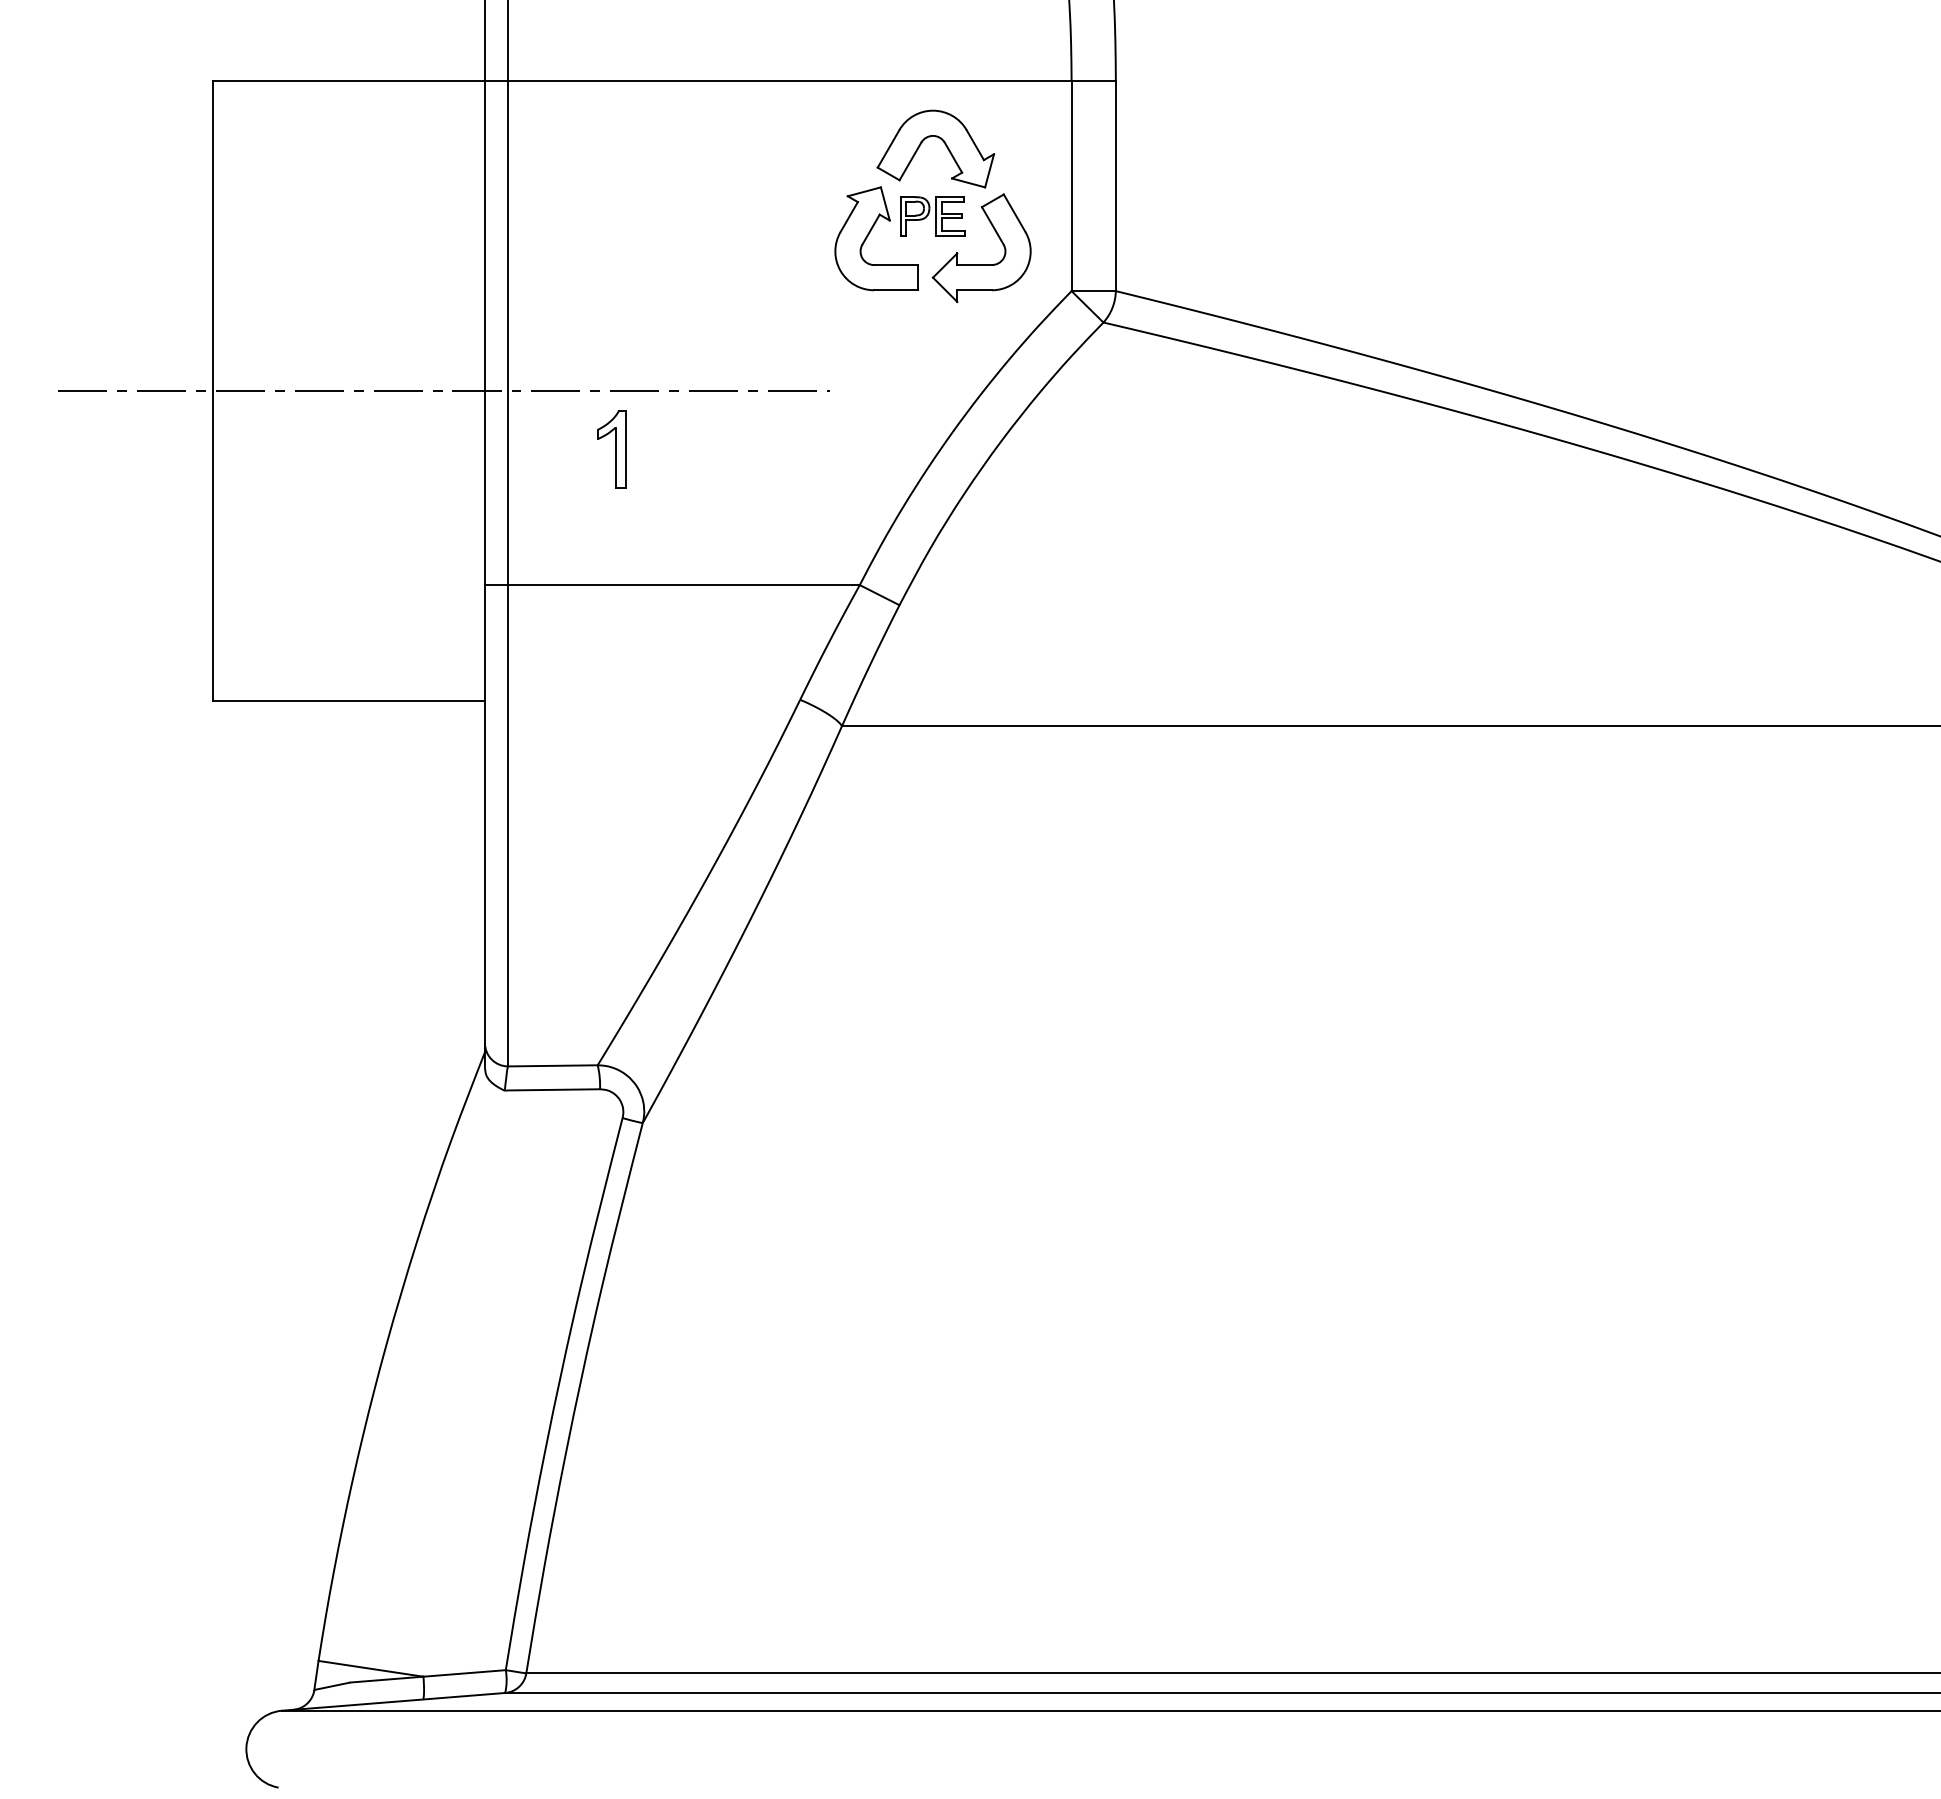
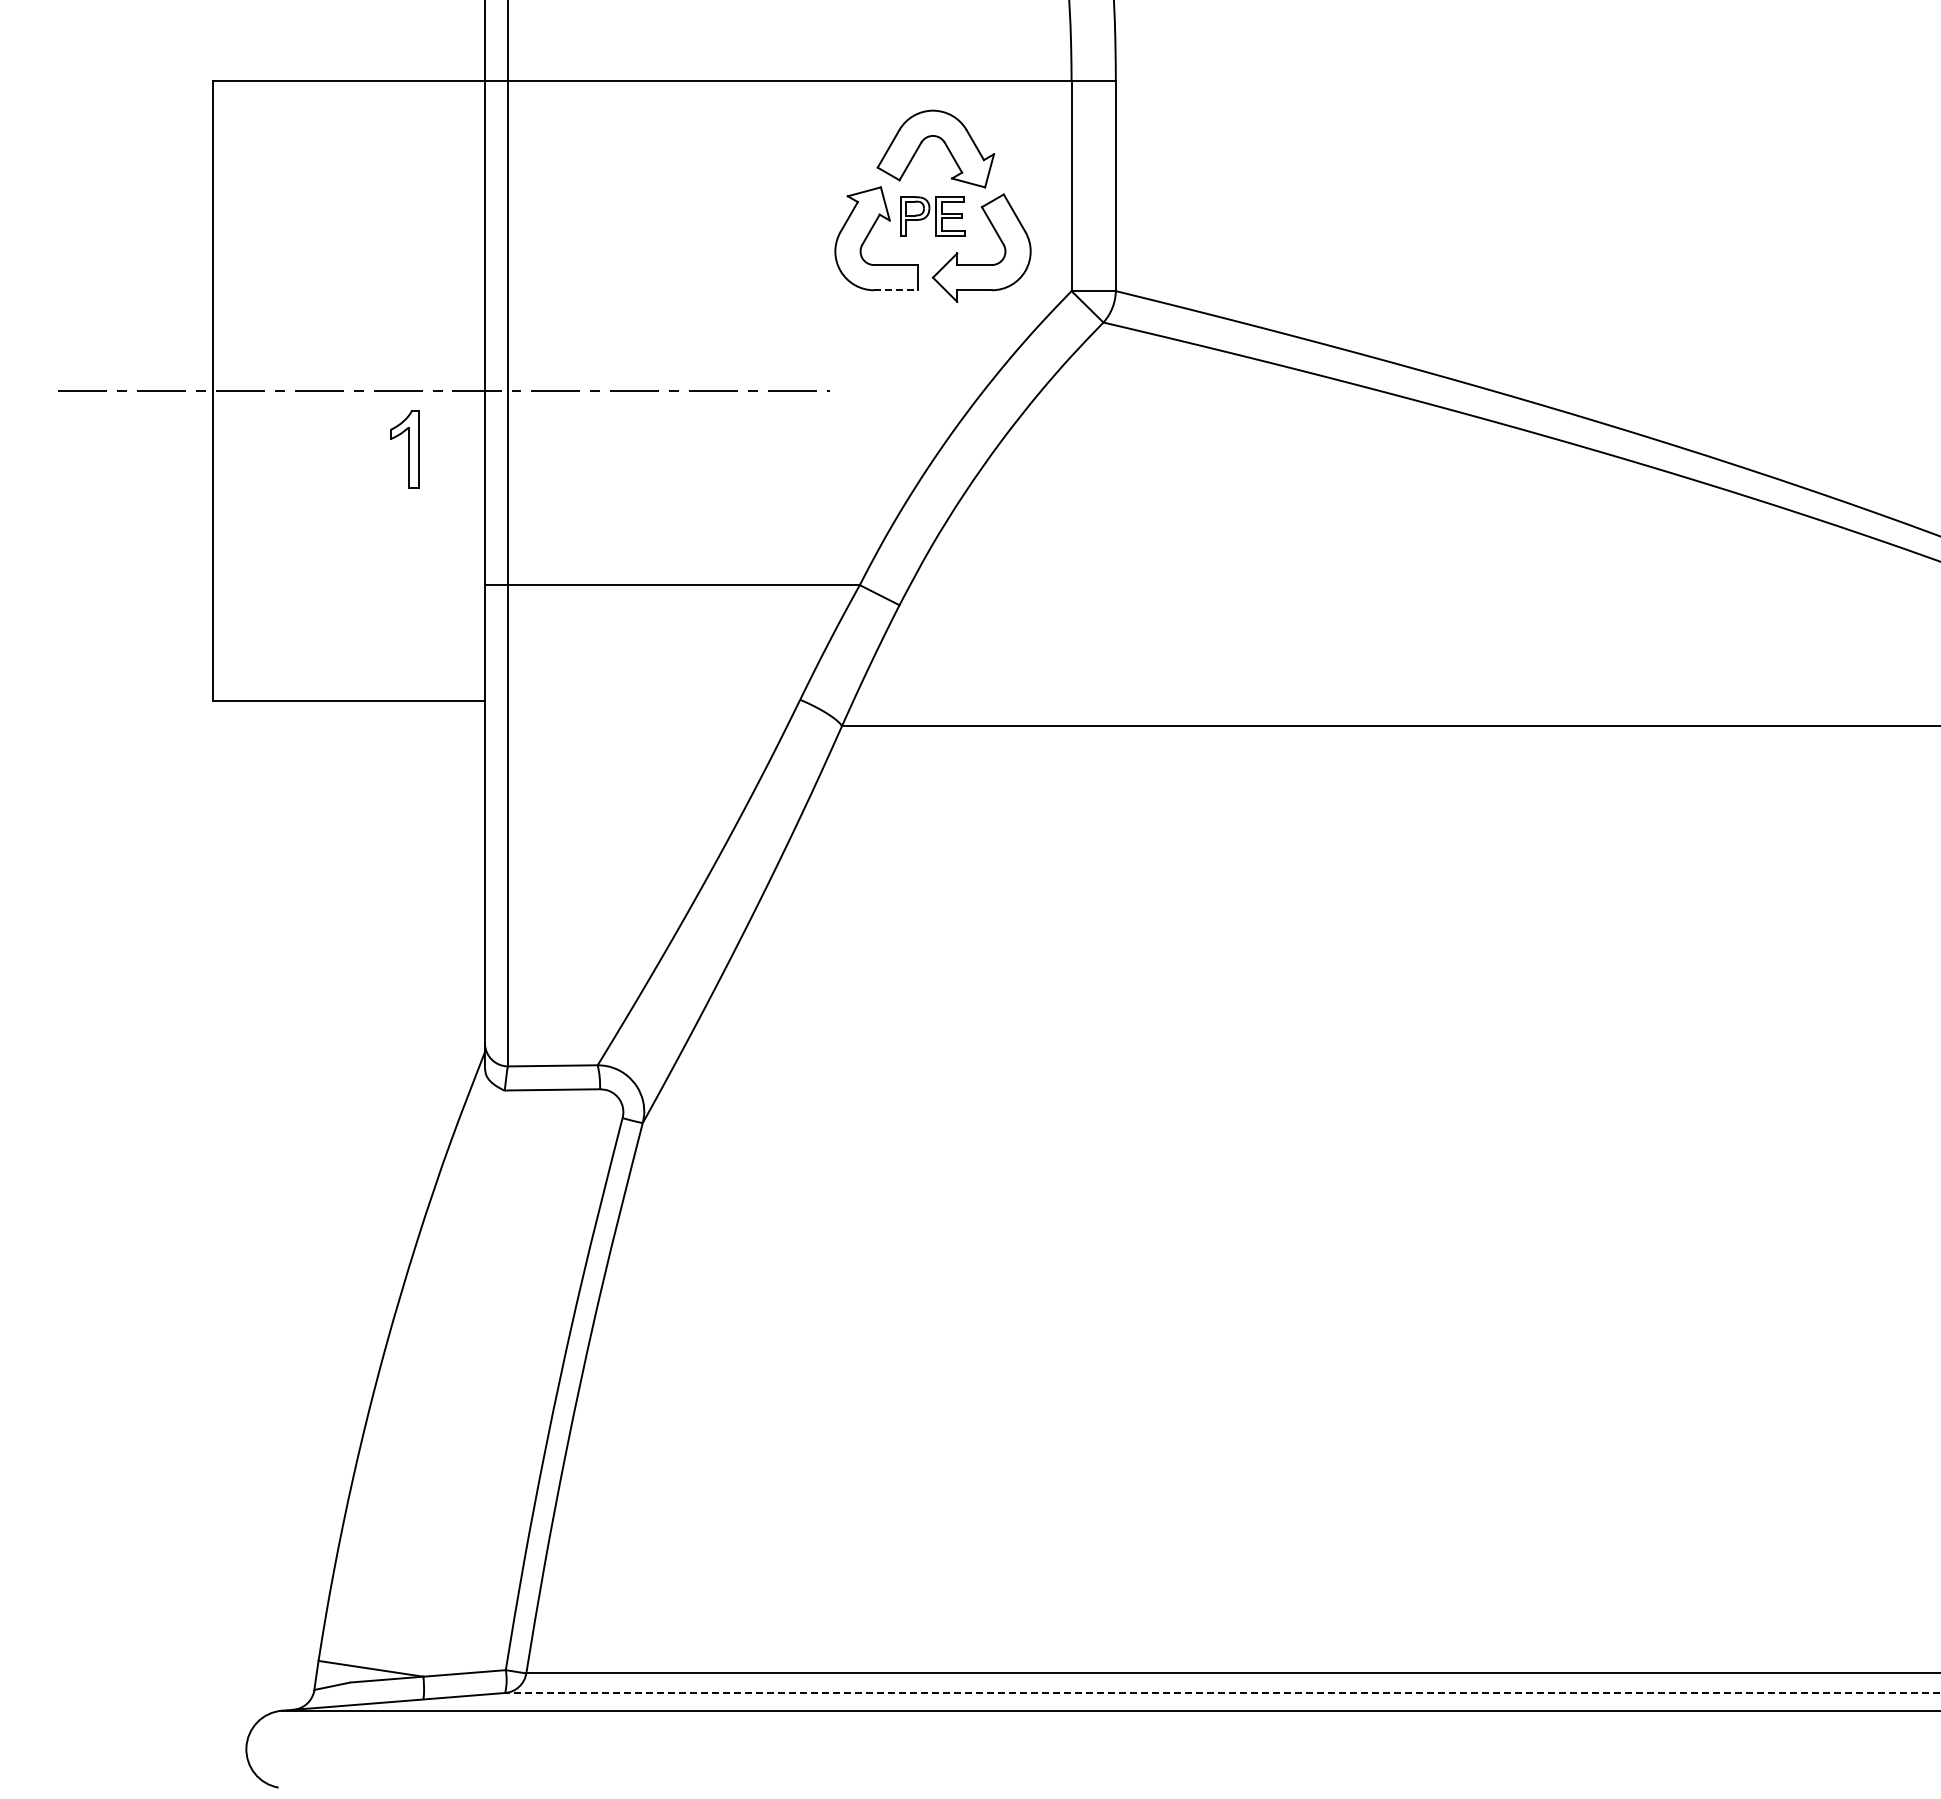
line at (895, 290): solid -> dashed
part at (611, 449) position: (611, 449) -> (404, 449)
line at (1222, 1692): solid -> dashed
